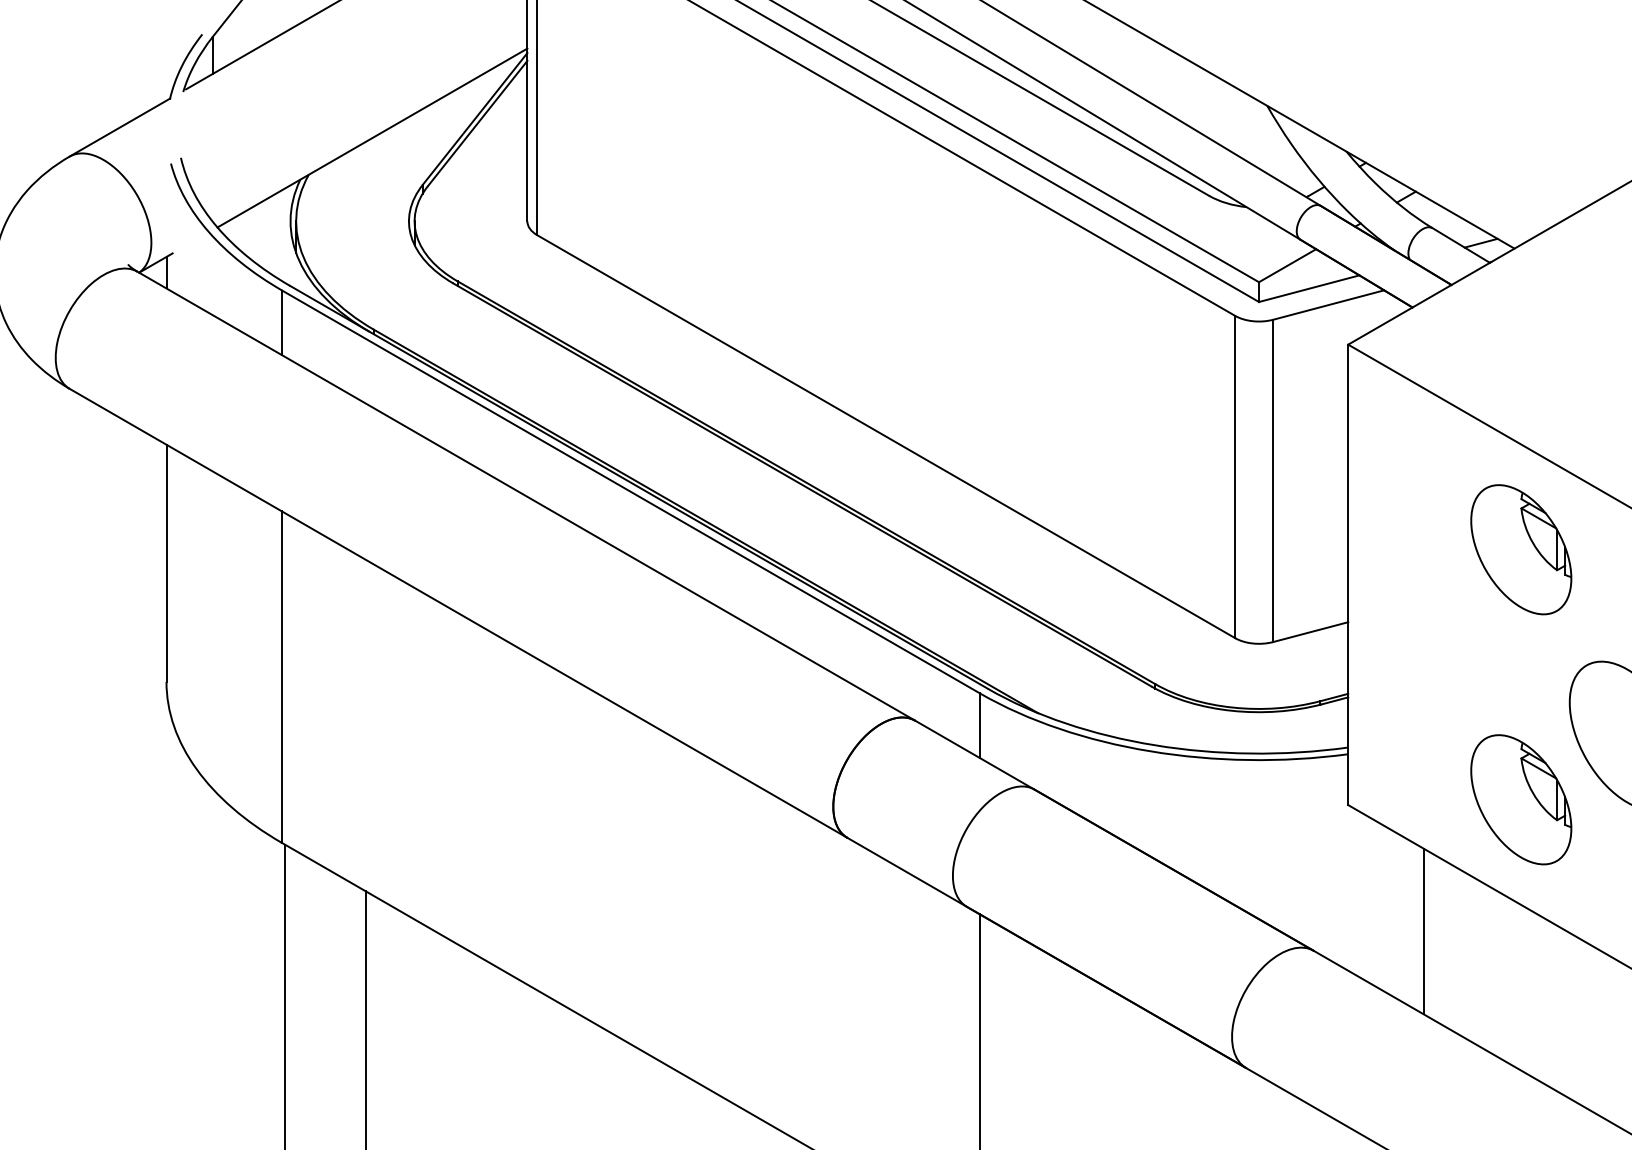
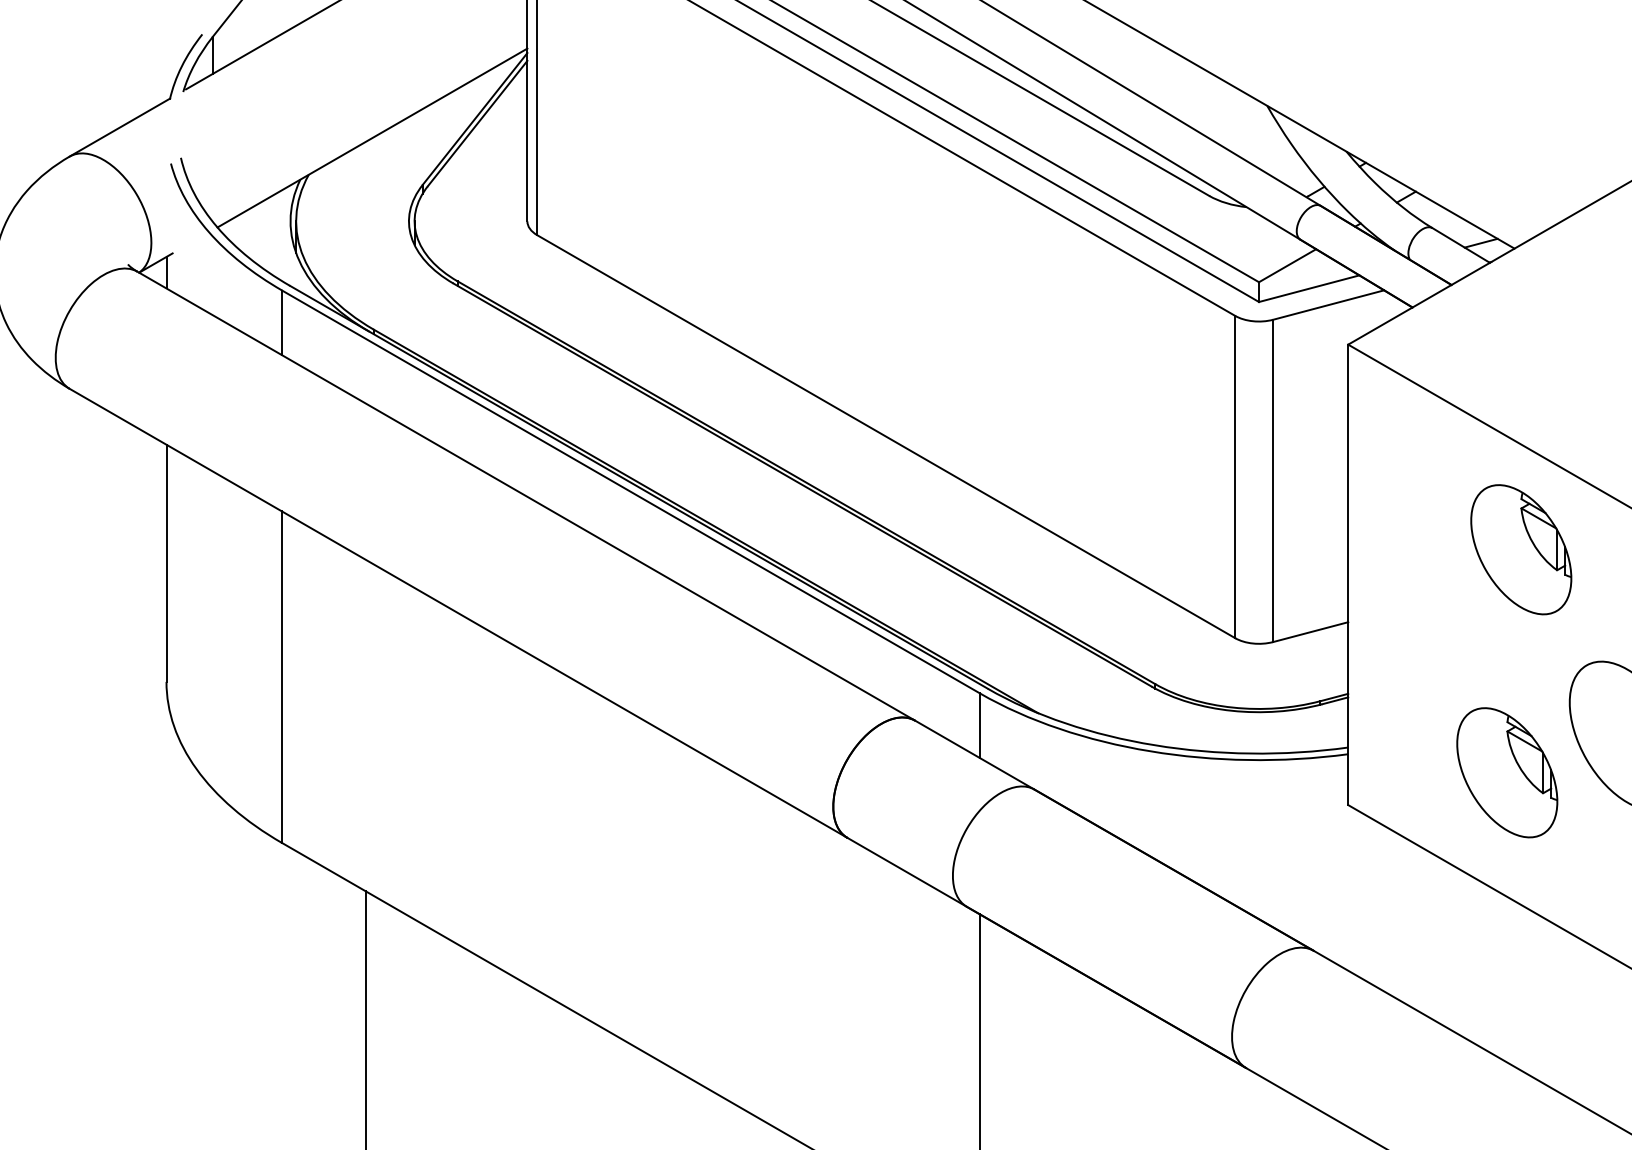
part at (1521, 799) position: (1521, 799) -> (1507, 772)
line at (1423, 931): present -> none
line at (284, 995): present -> none
